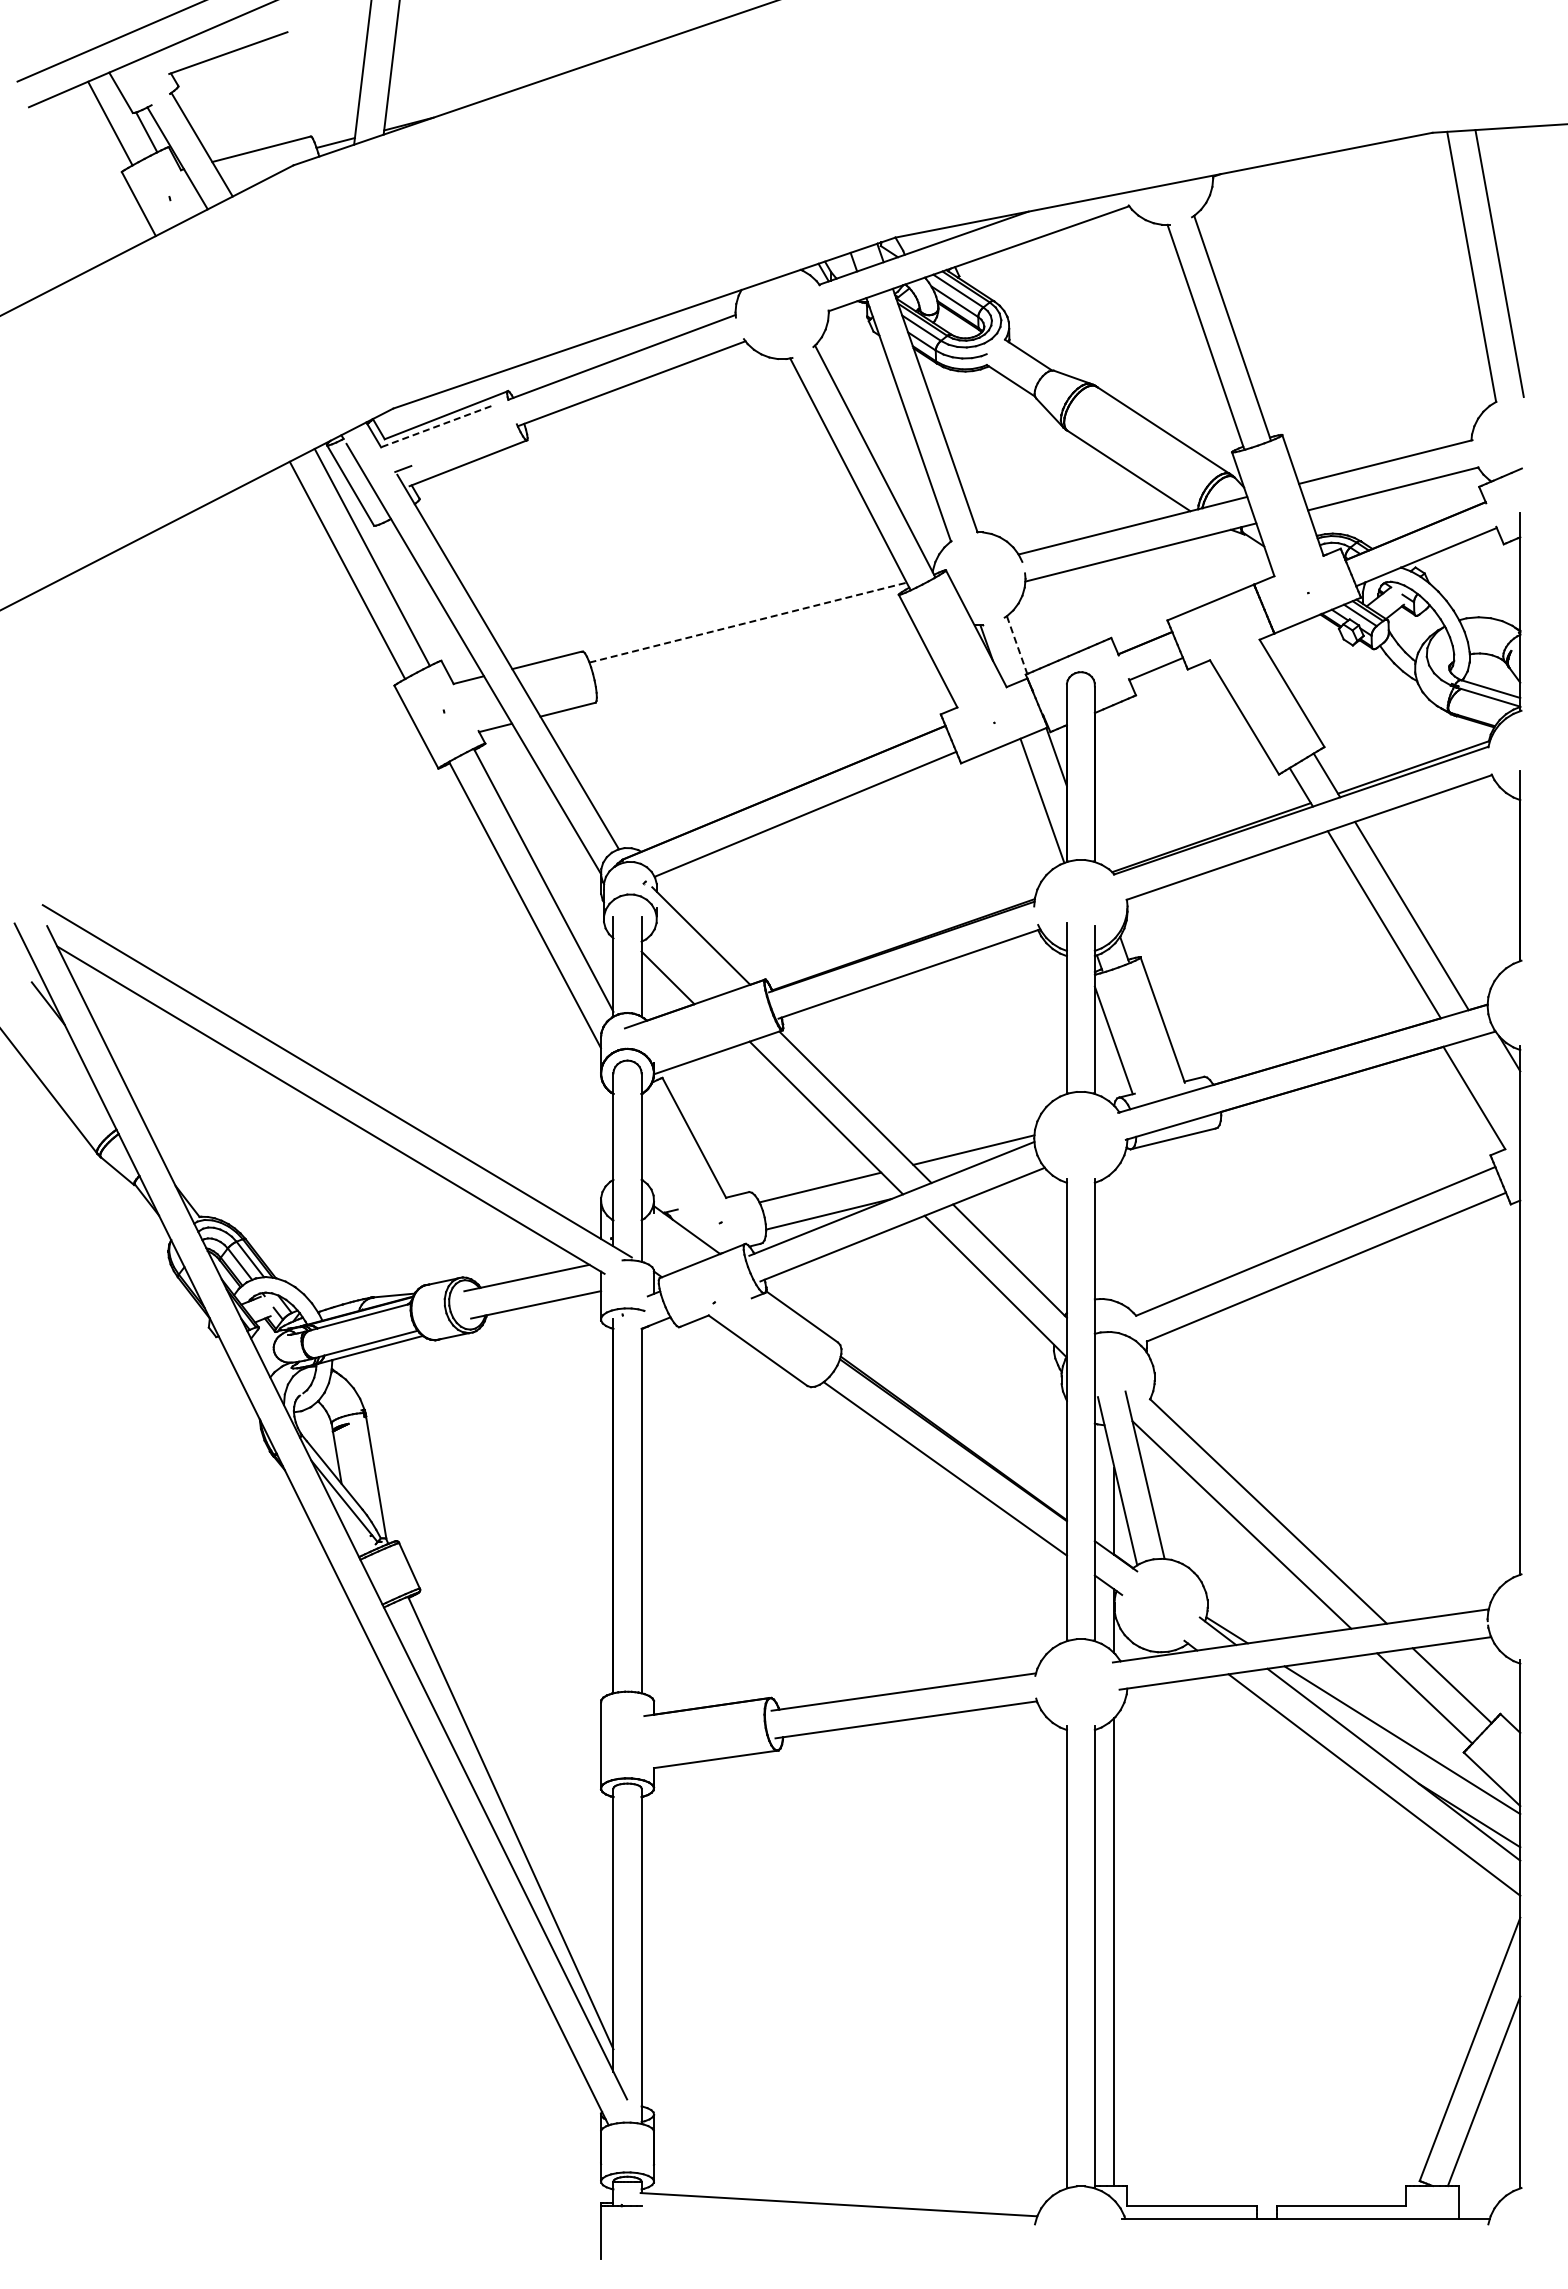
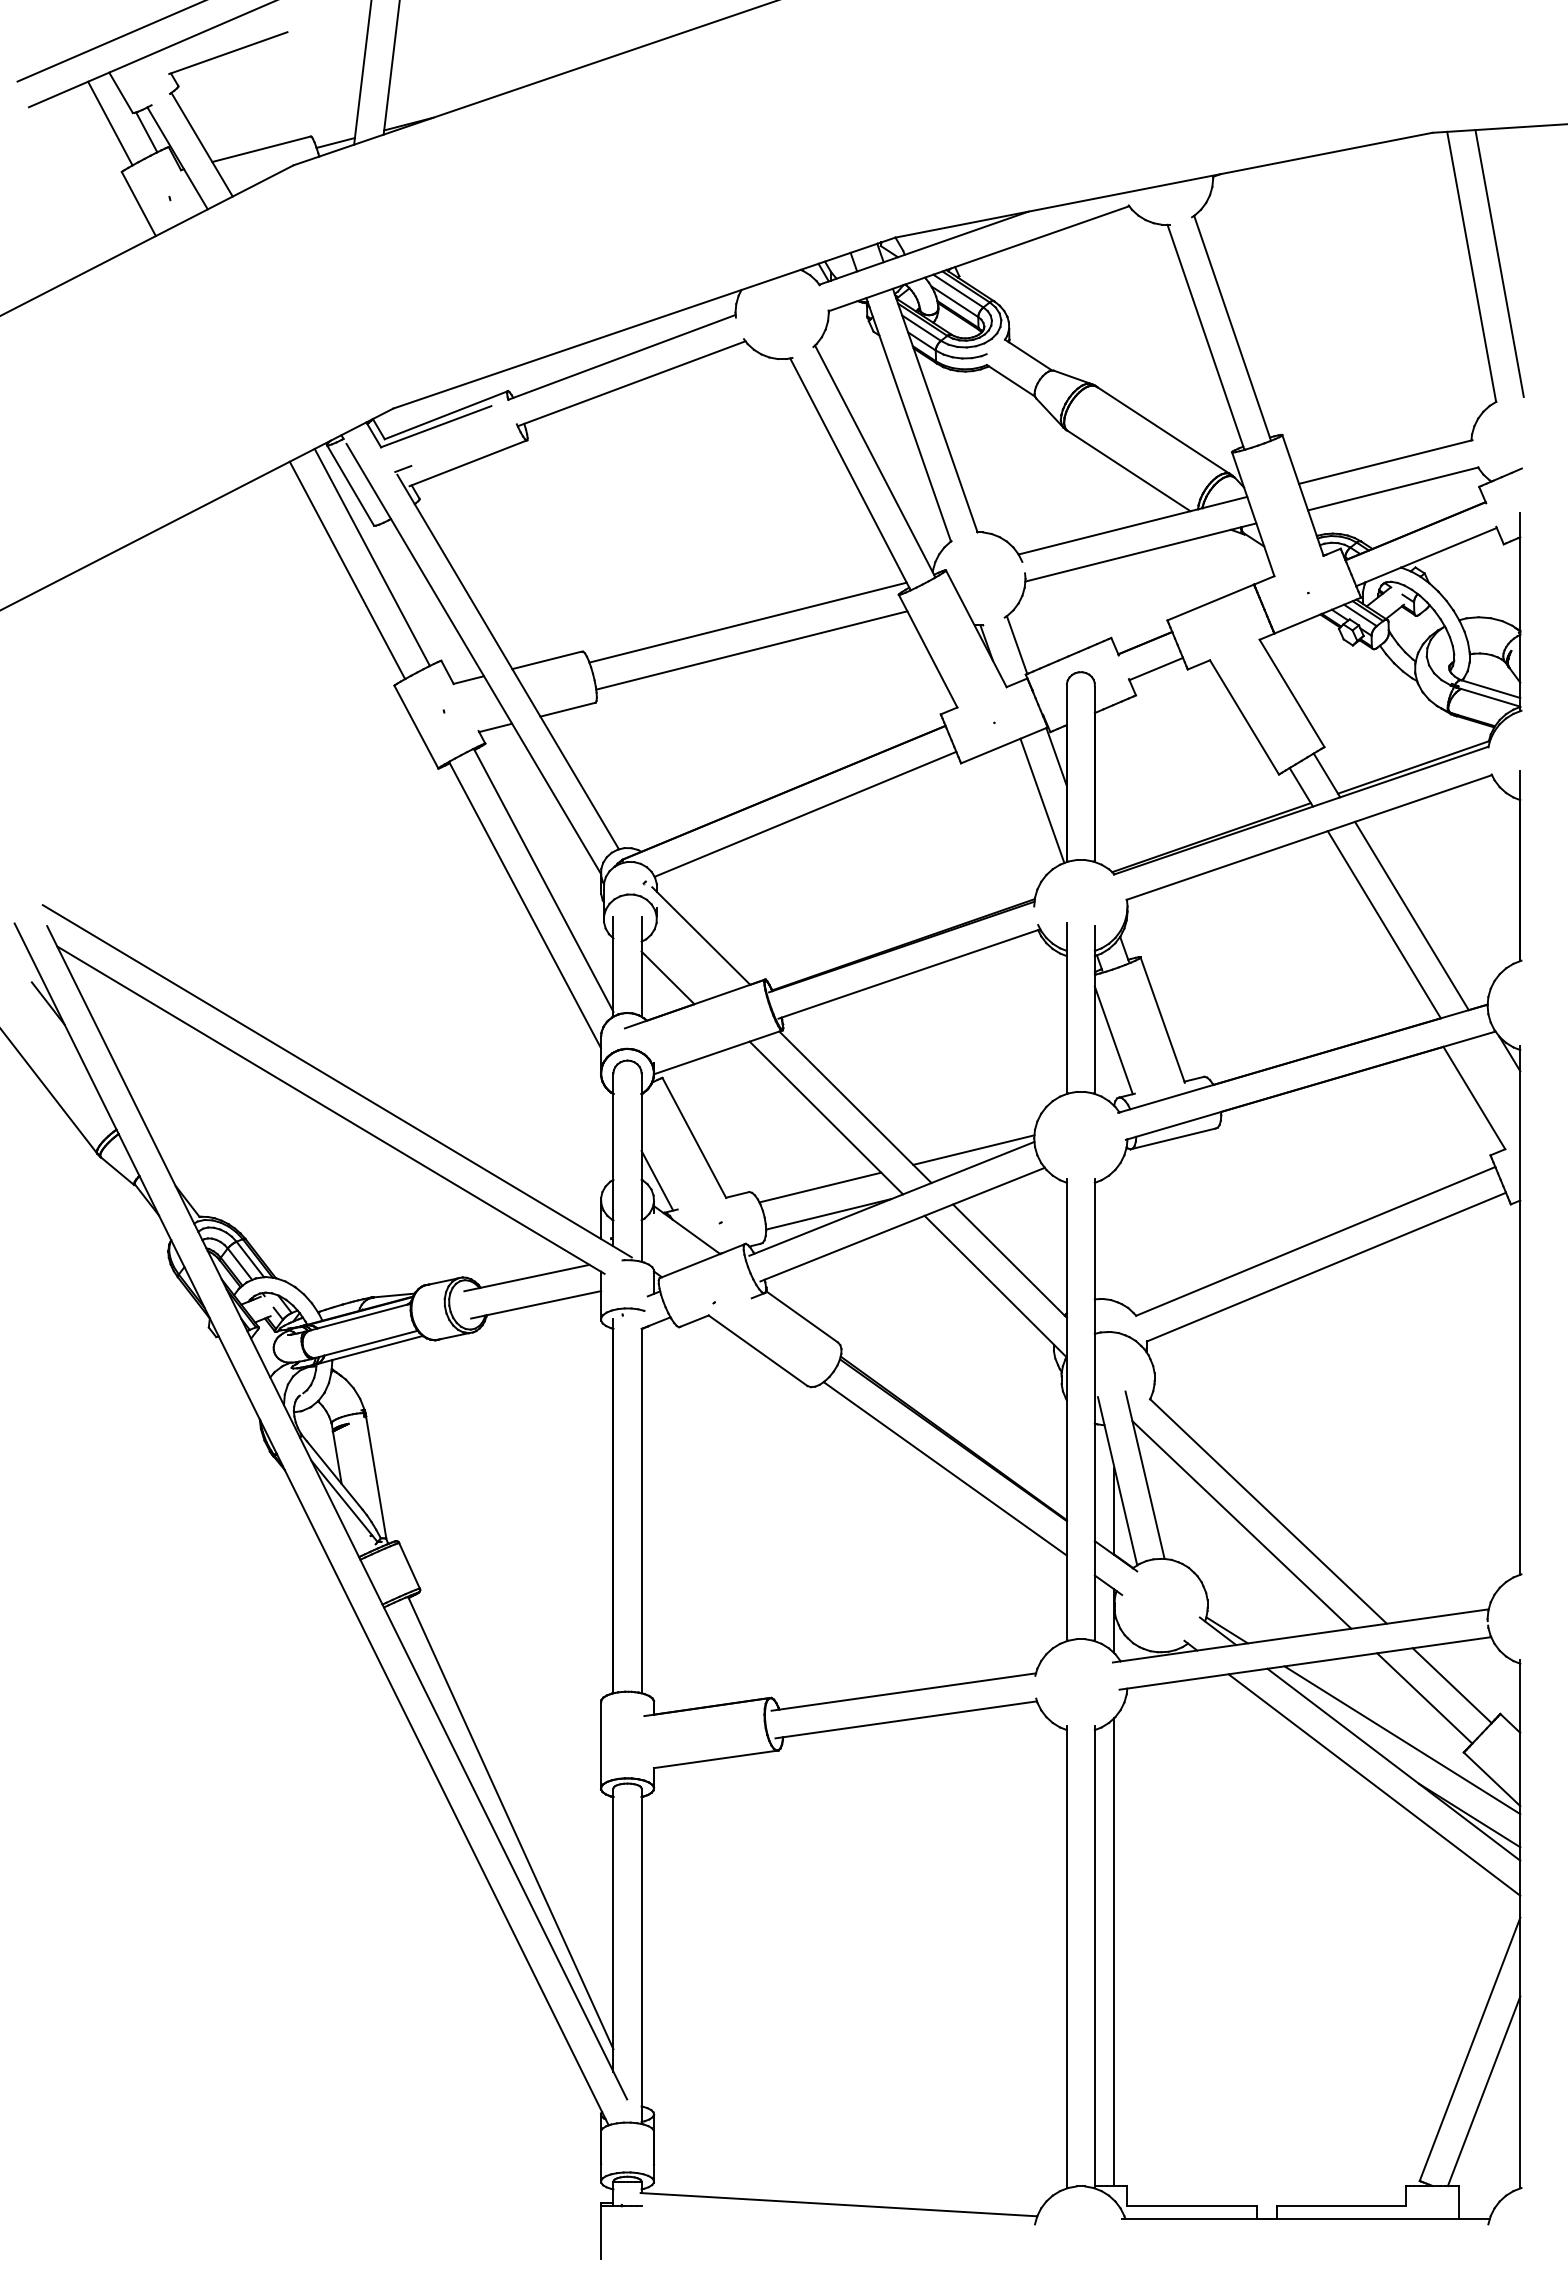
line at (436, 426): dashed -> solid
line at (748, 622): dashed -> solid
line at (1017, 645): dashed -> solid
line at (751, 650): none -> present
line at (657, 1180): none -> present
